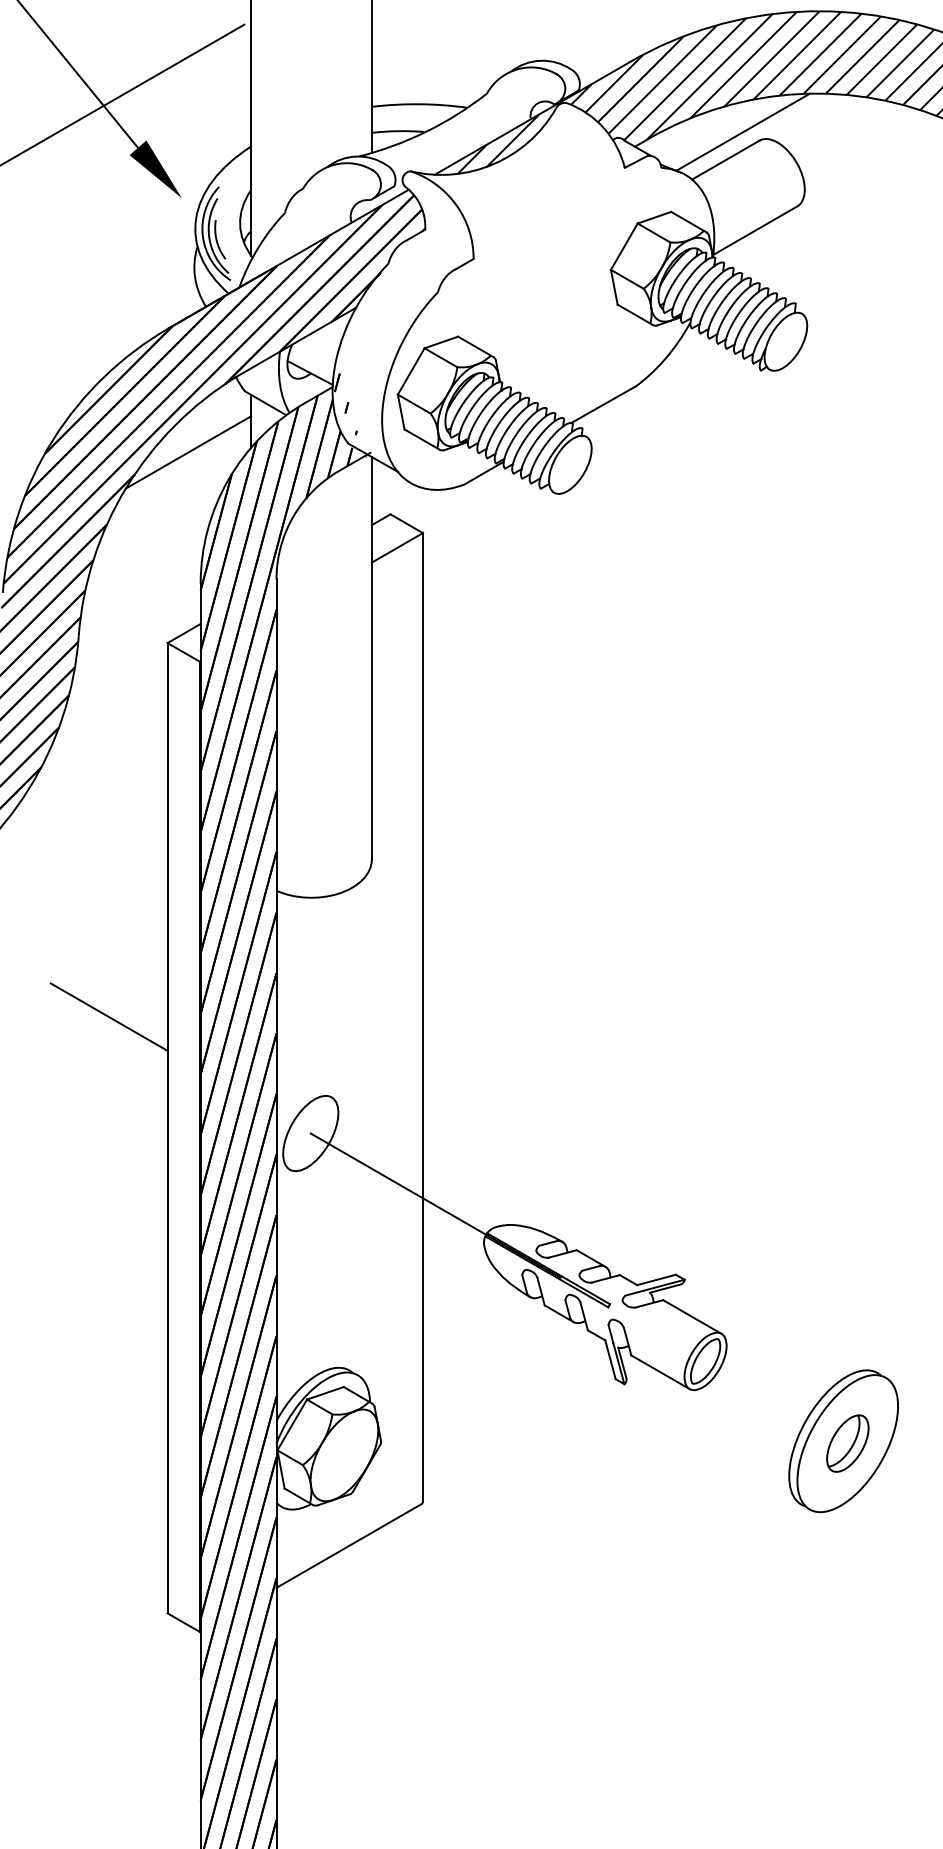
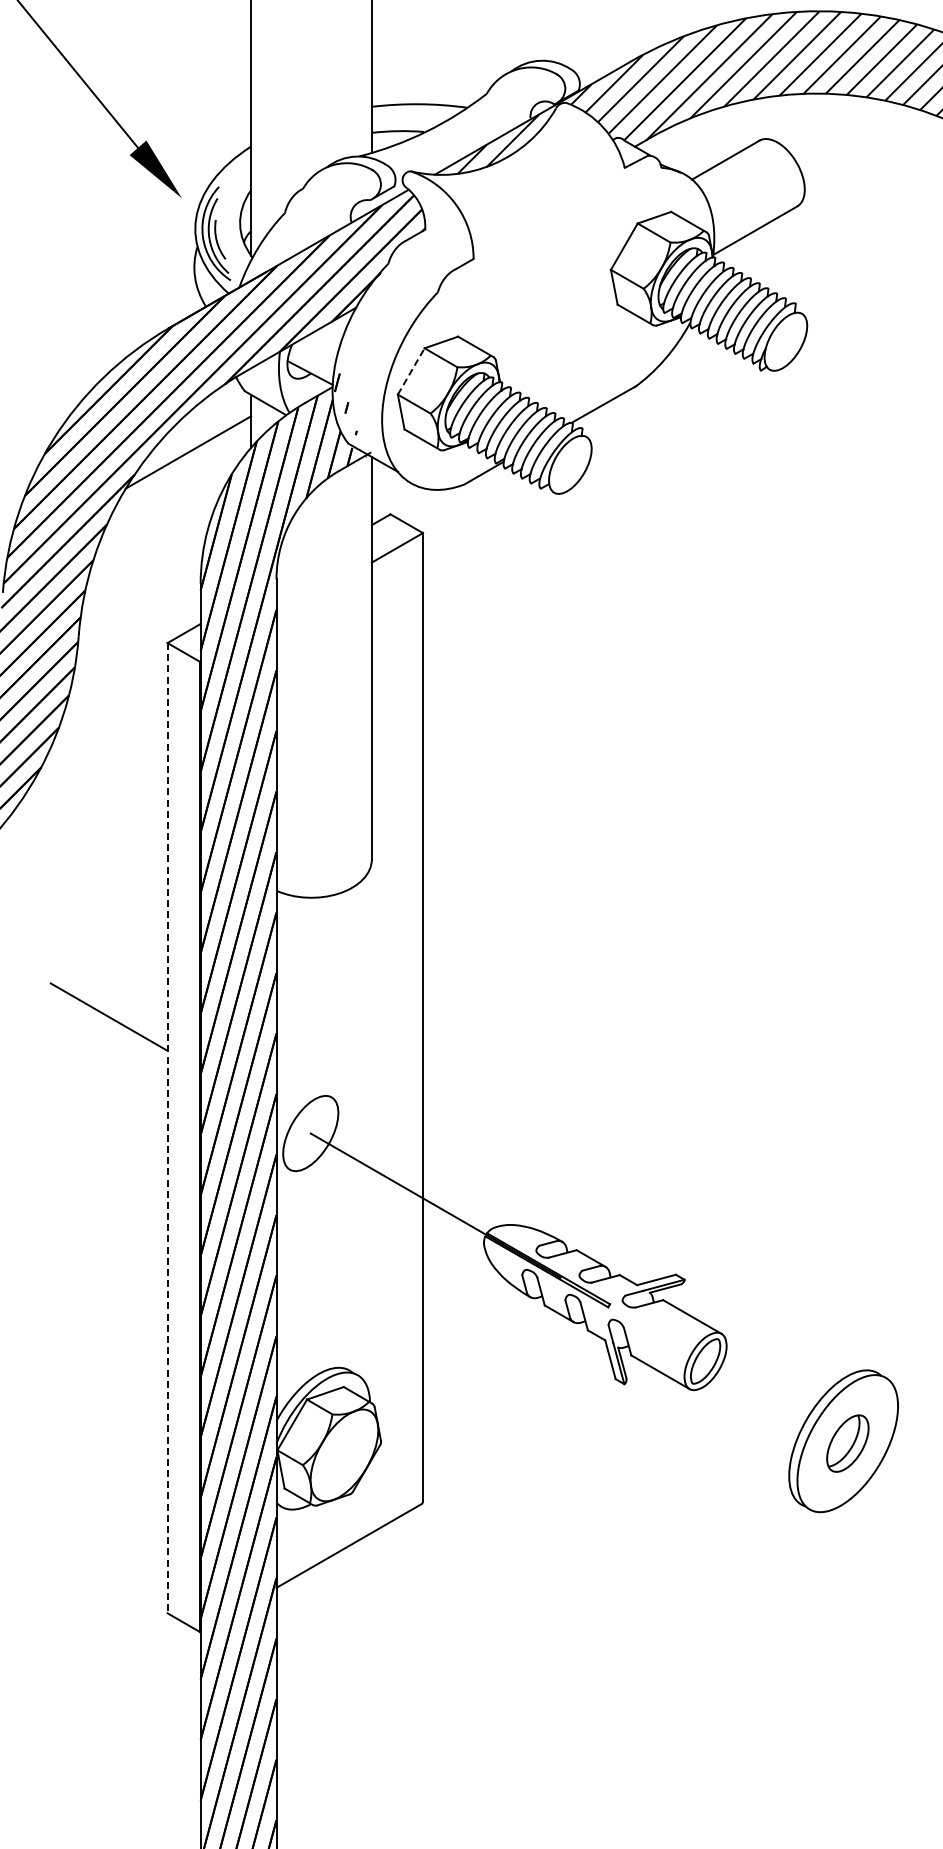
line at (123, 94): present -> none
line at (742, 131): present -> none
line at (411, 371): solid -> dashed
line at (167, 1128): solid -> dashed
